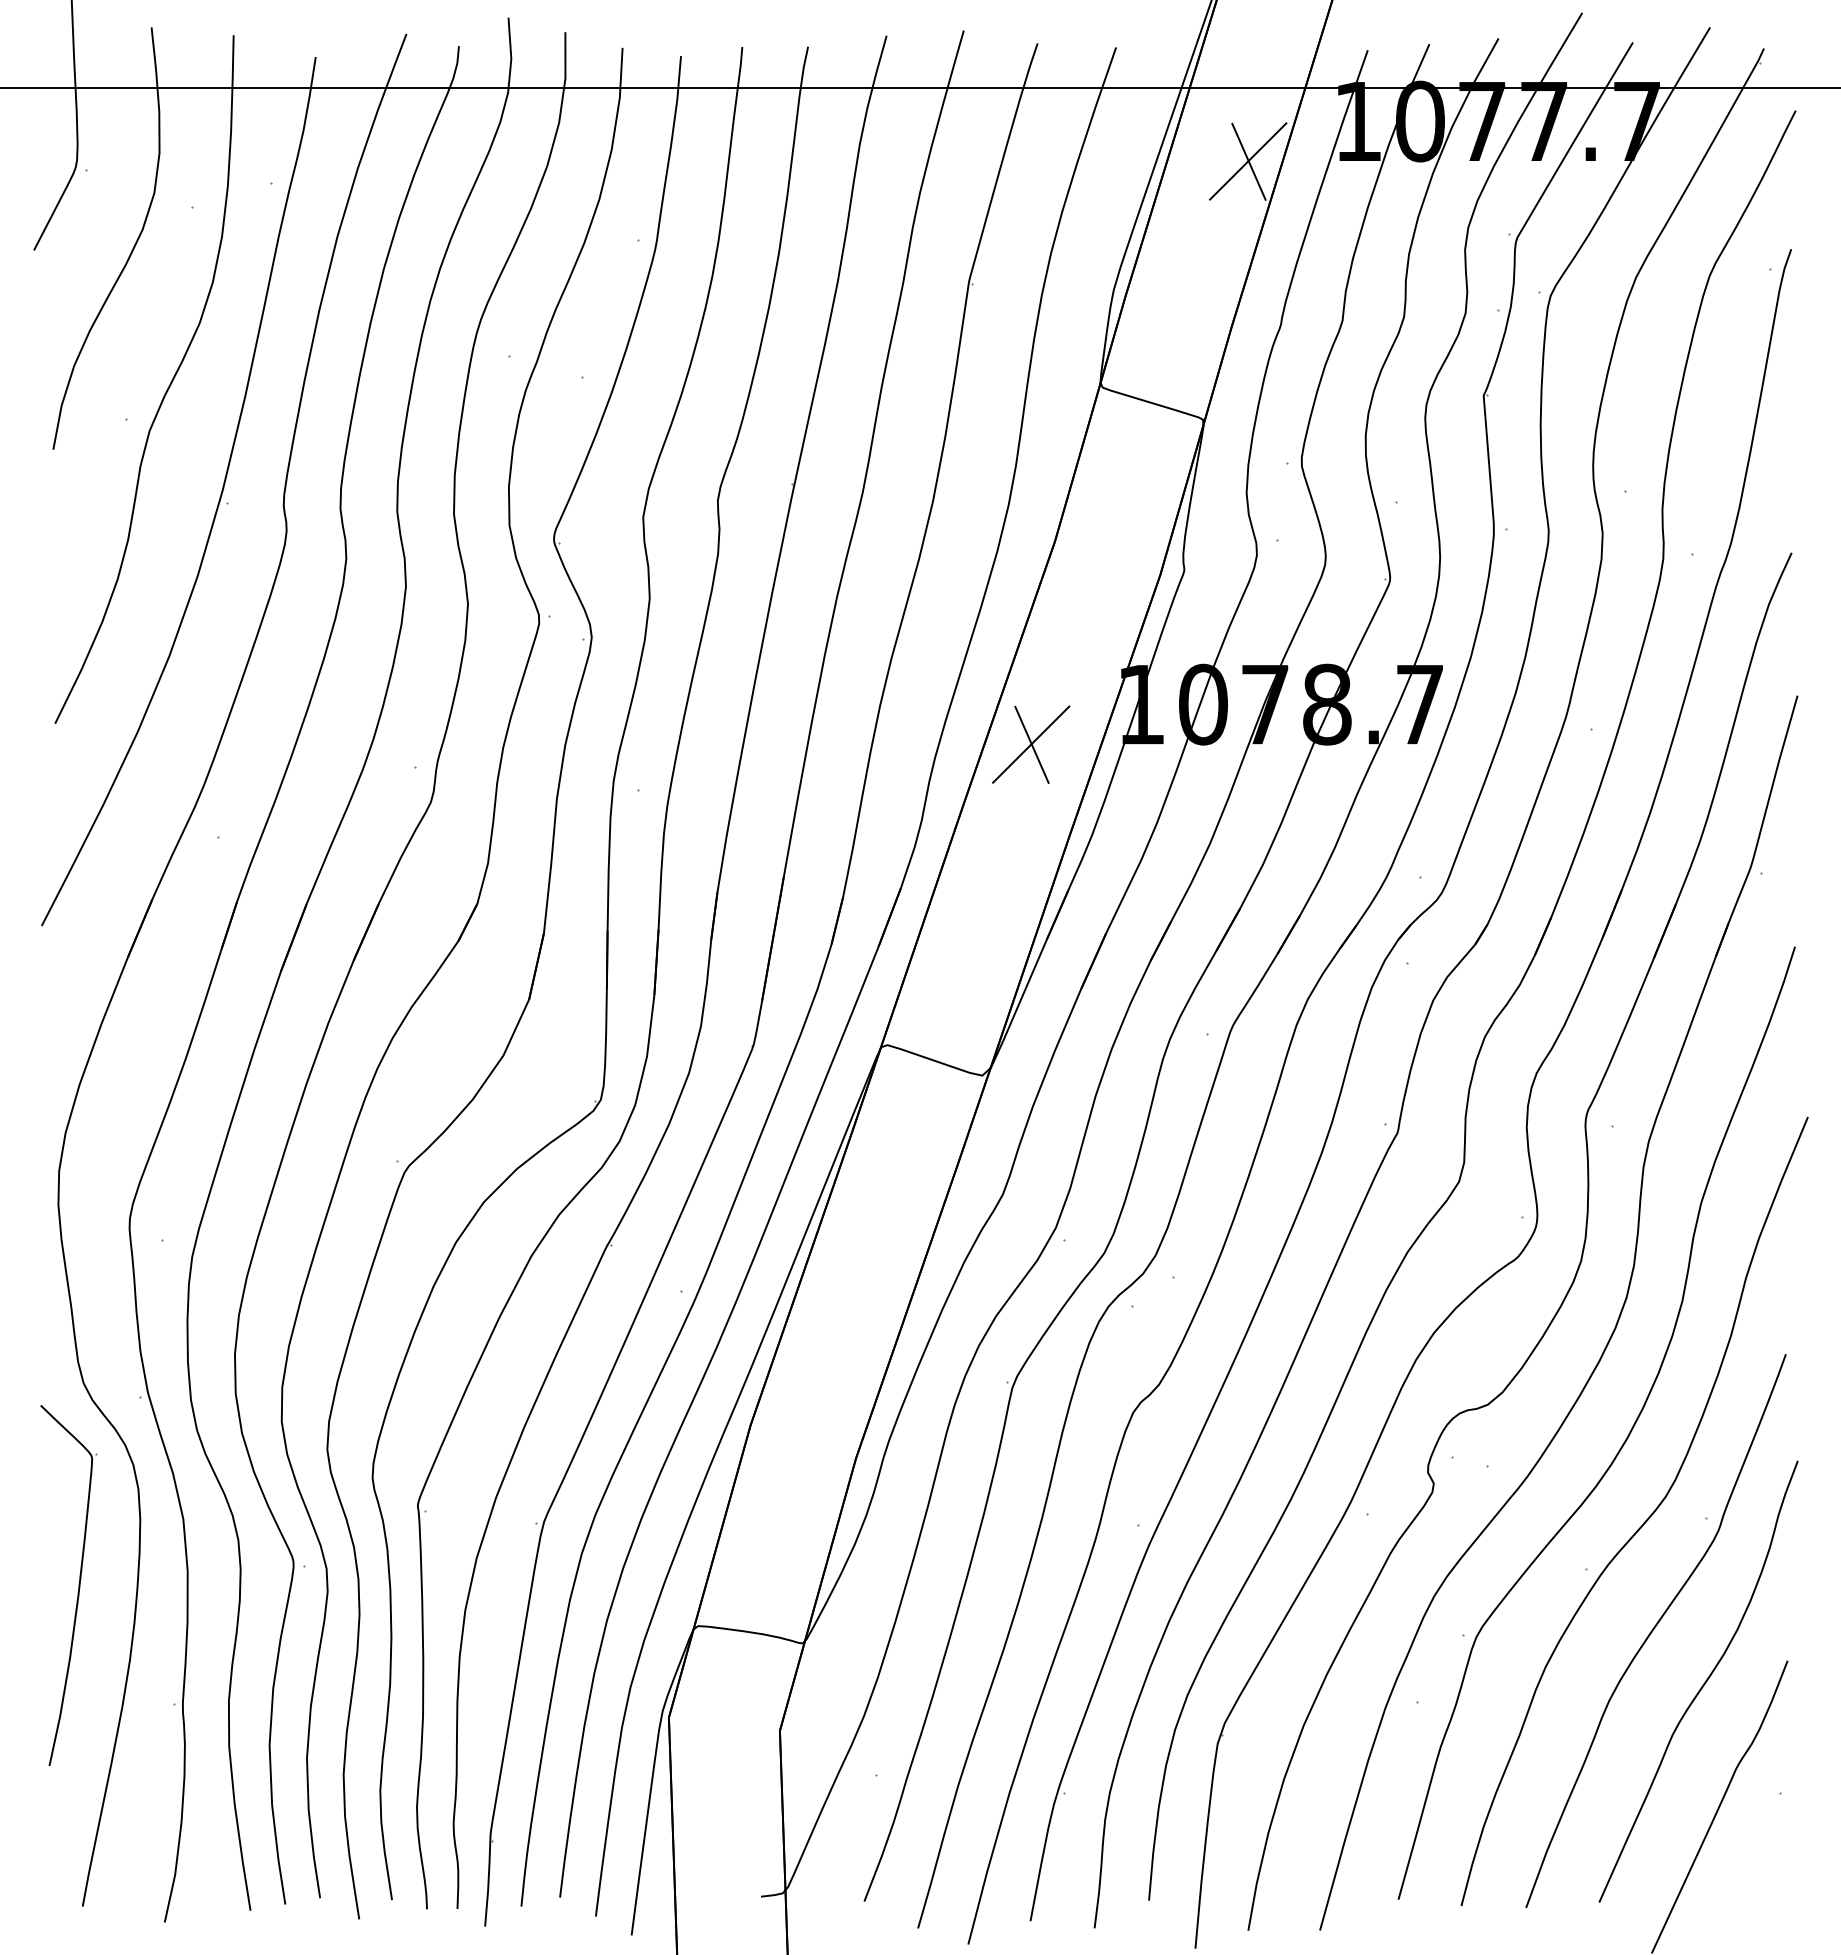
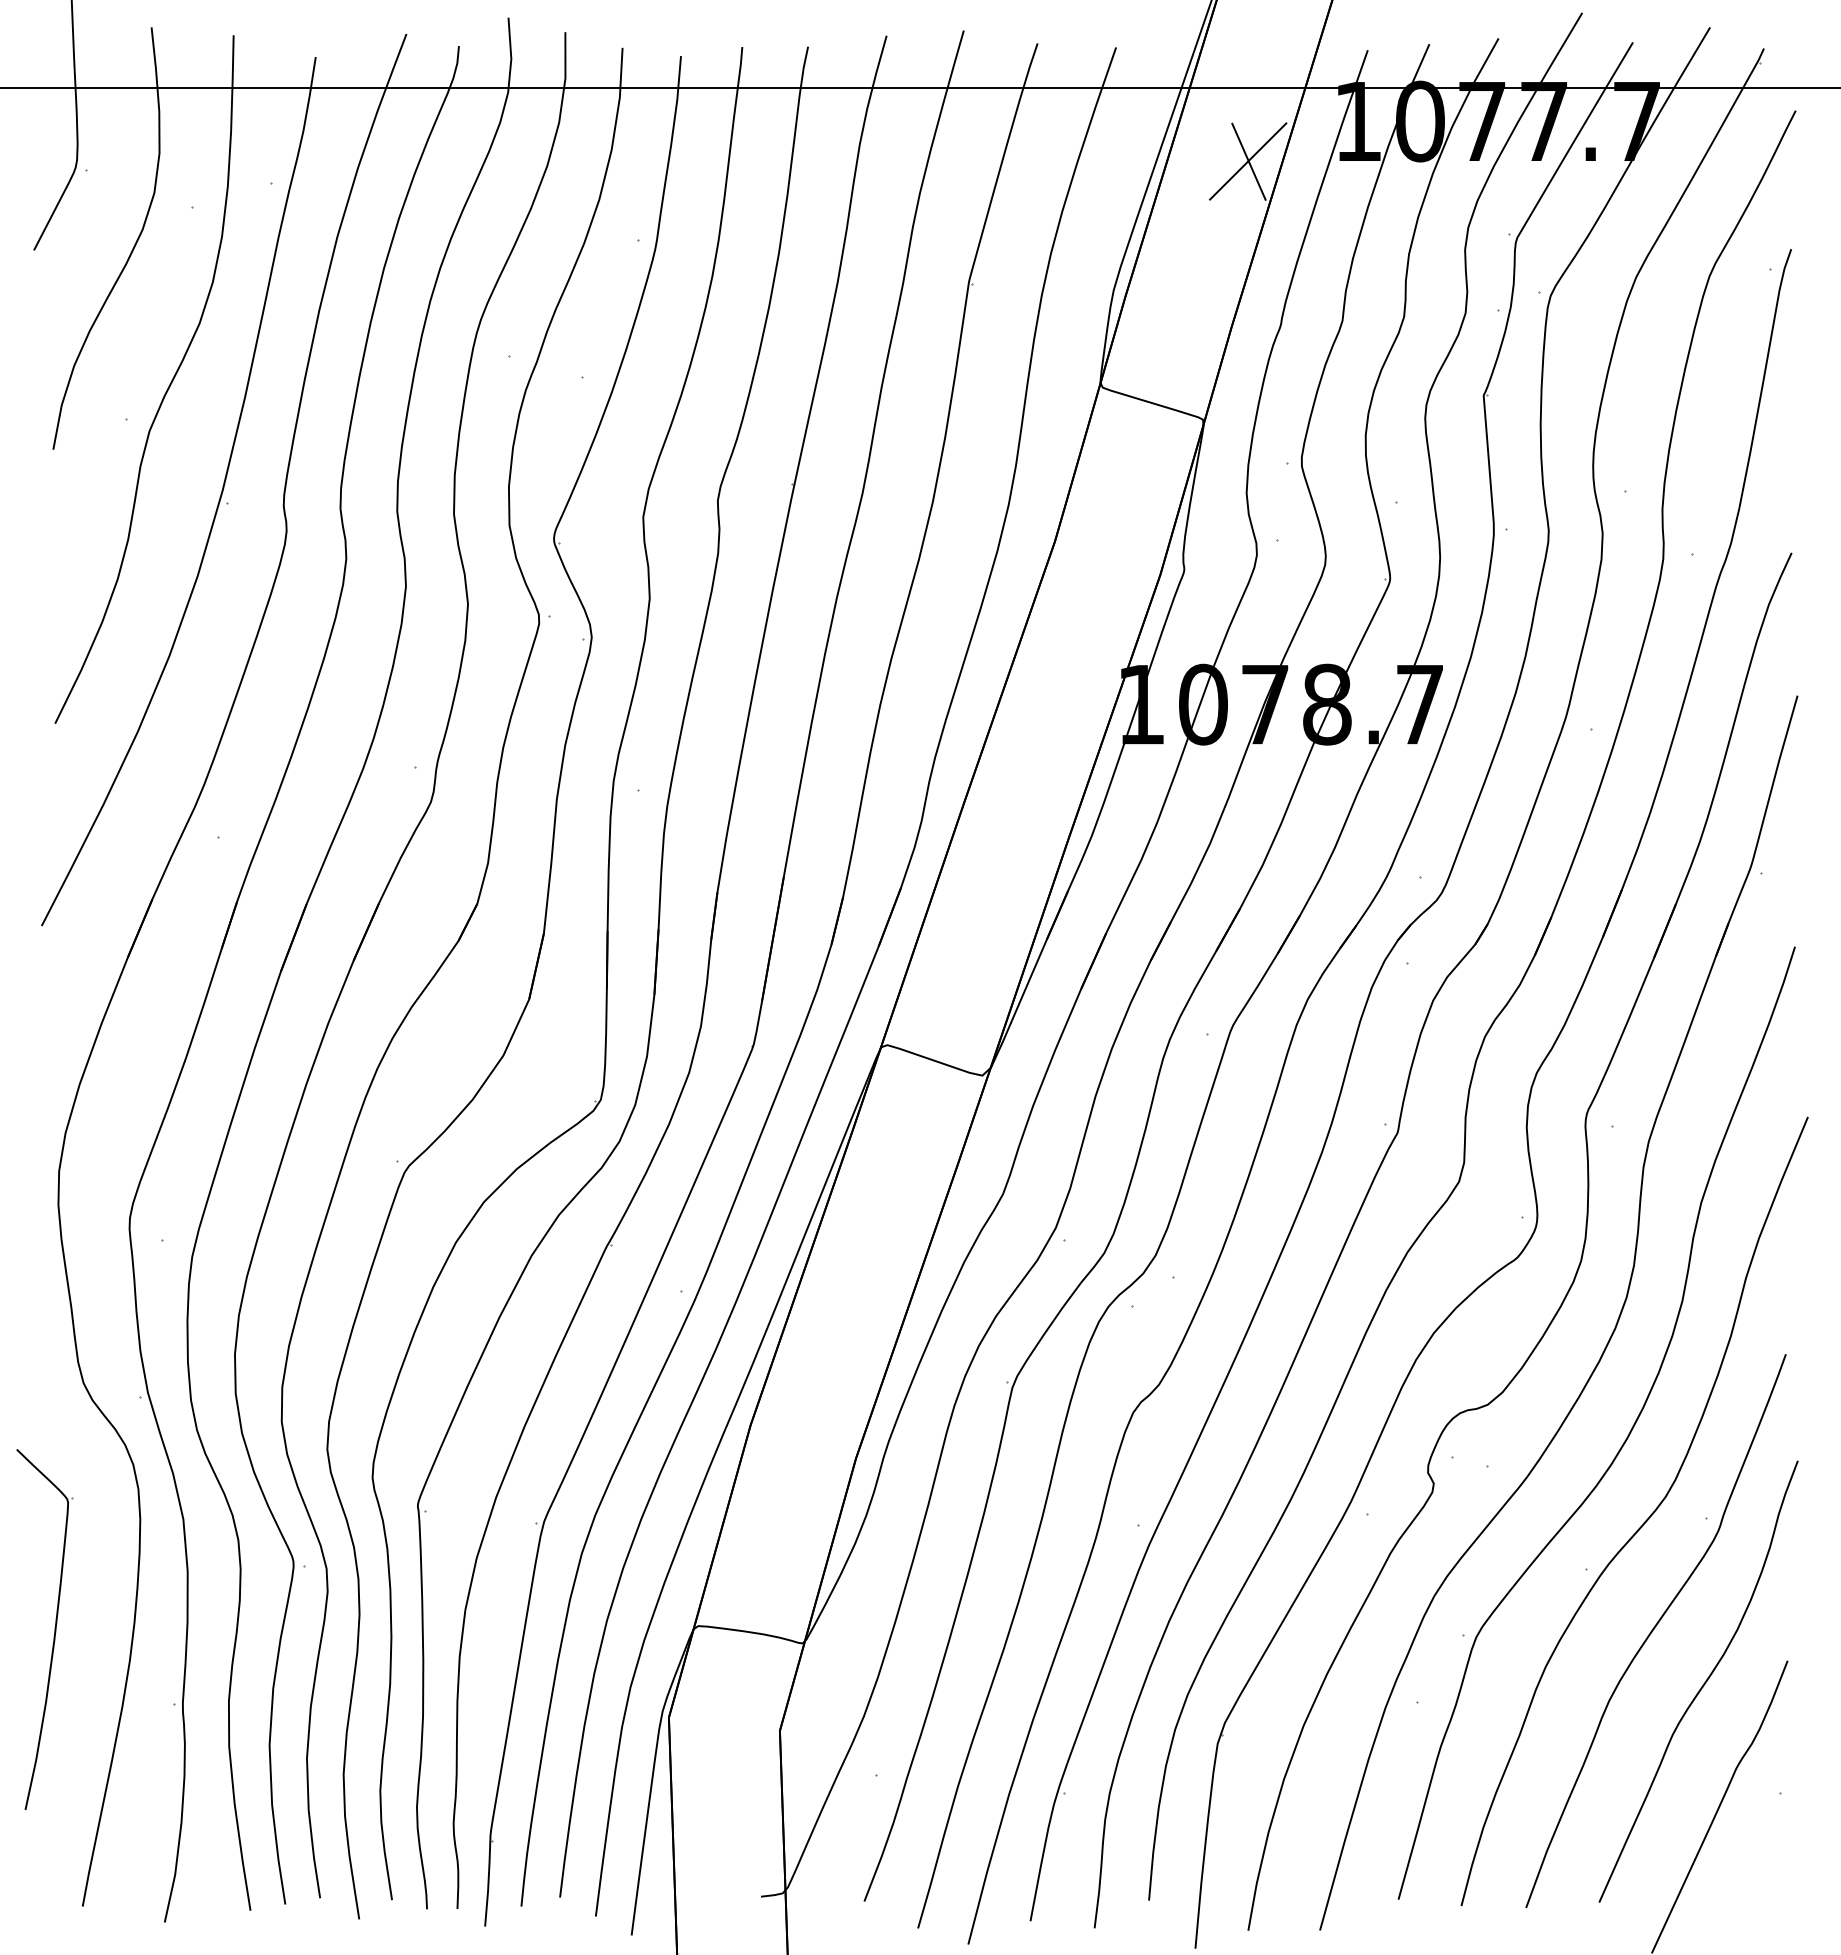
part at (1031, 744): present -> none
part at (78, 1585) position: (78, 1585) -> (54, 1629)
